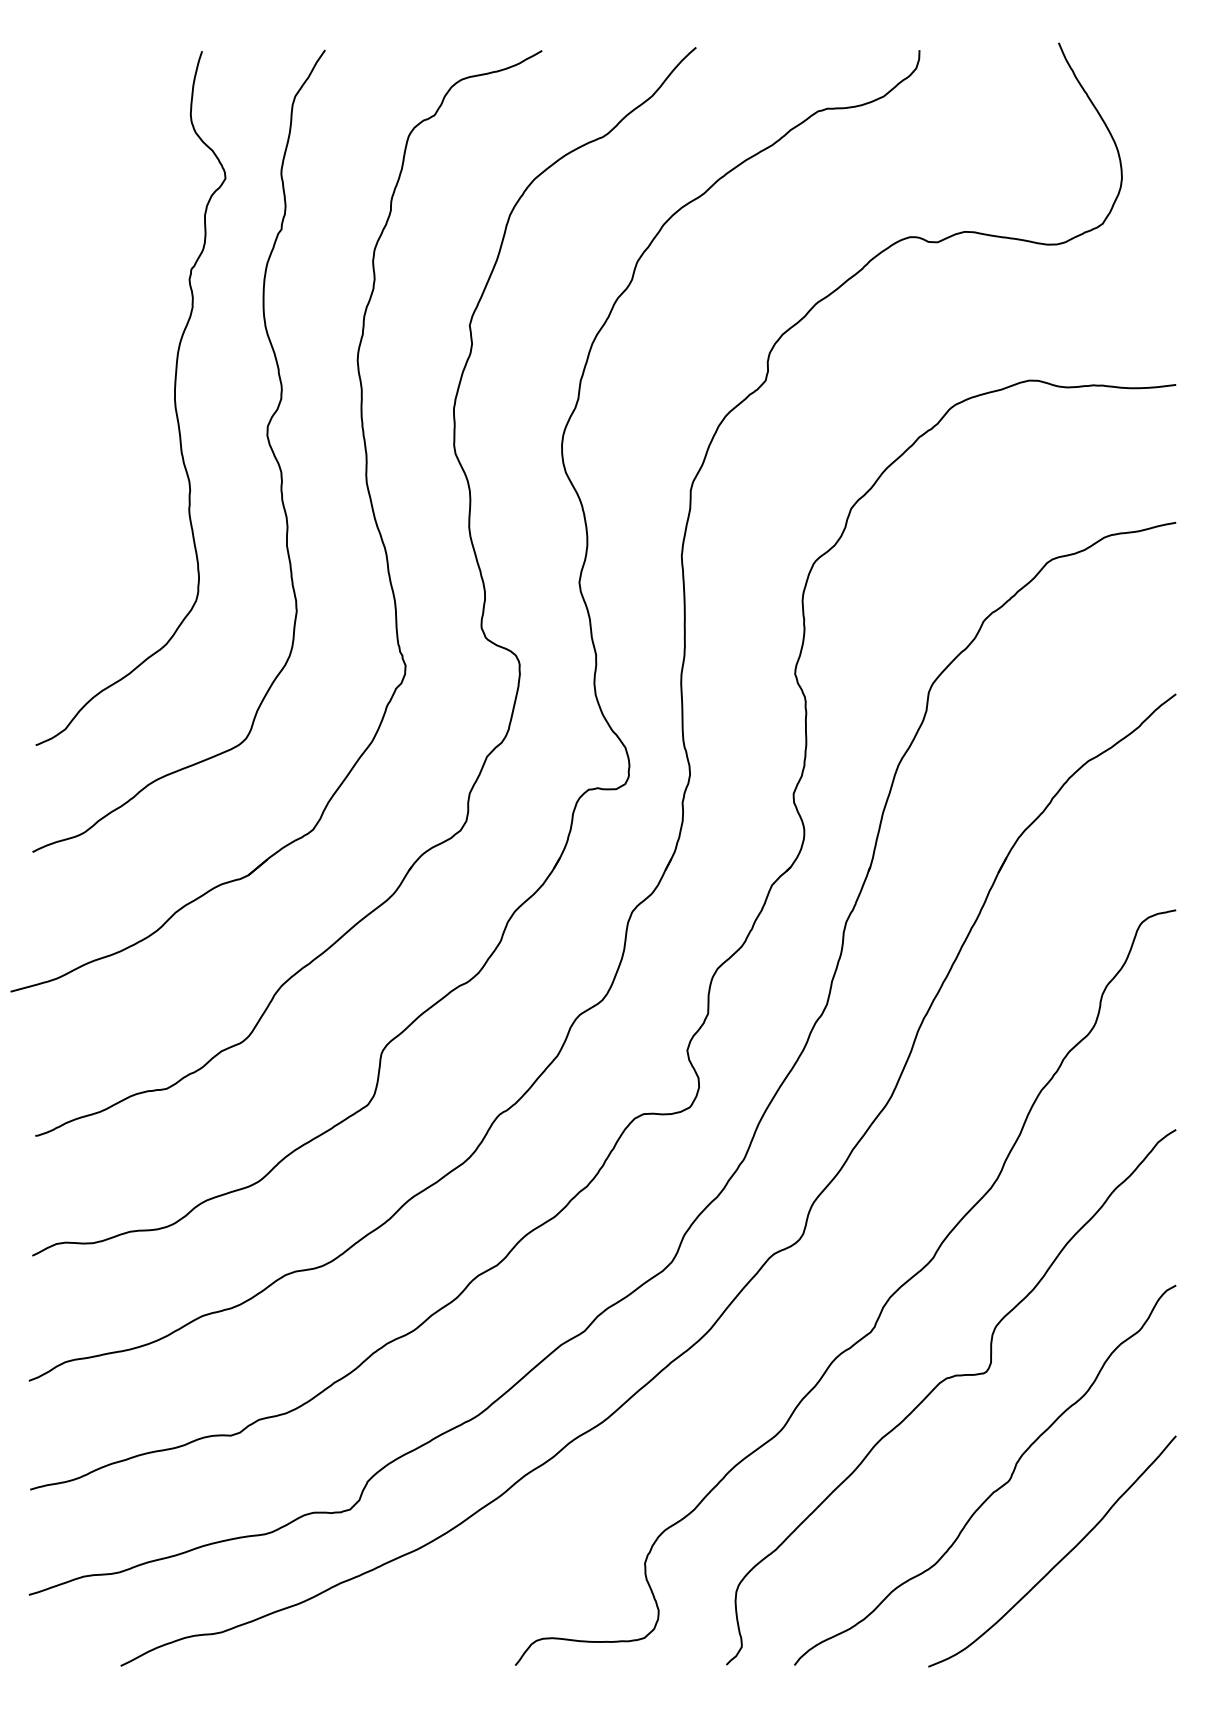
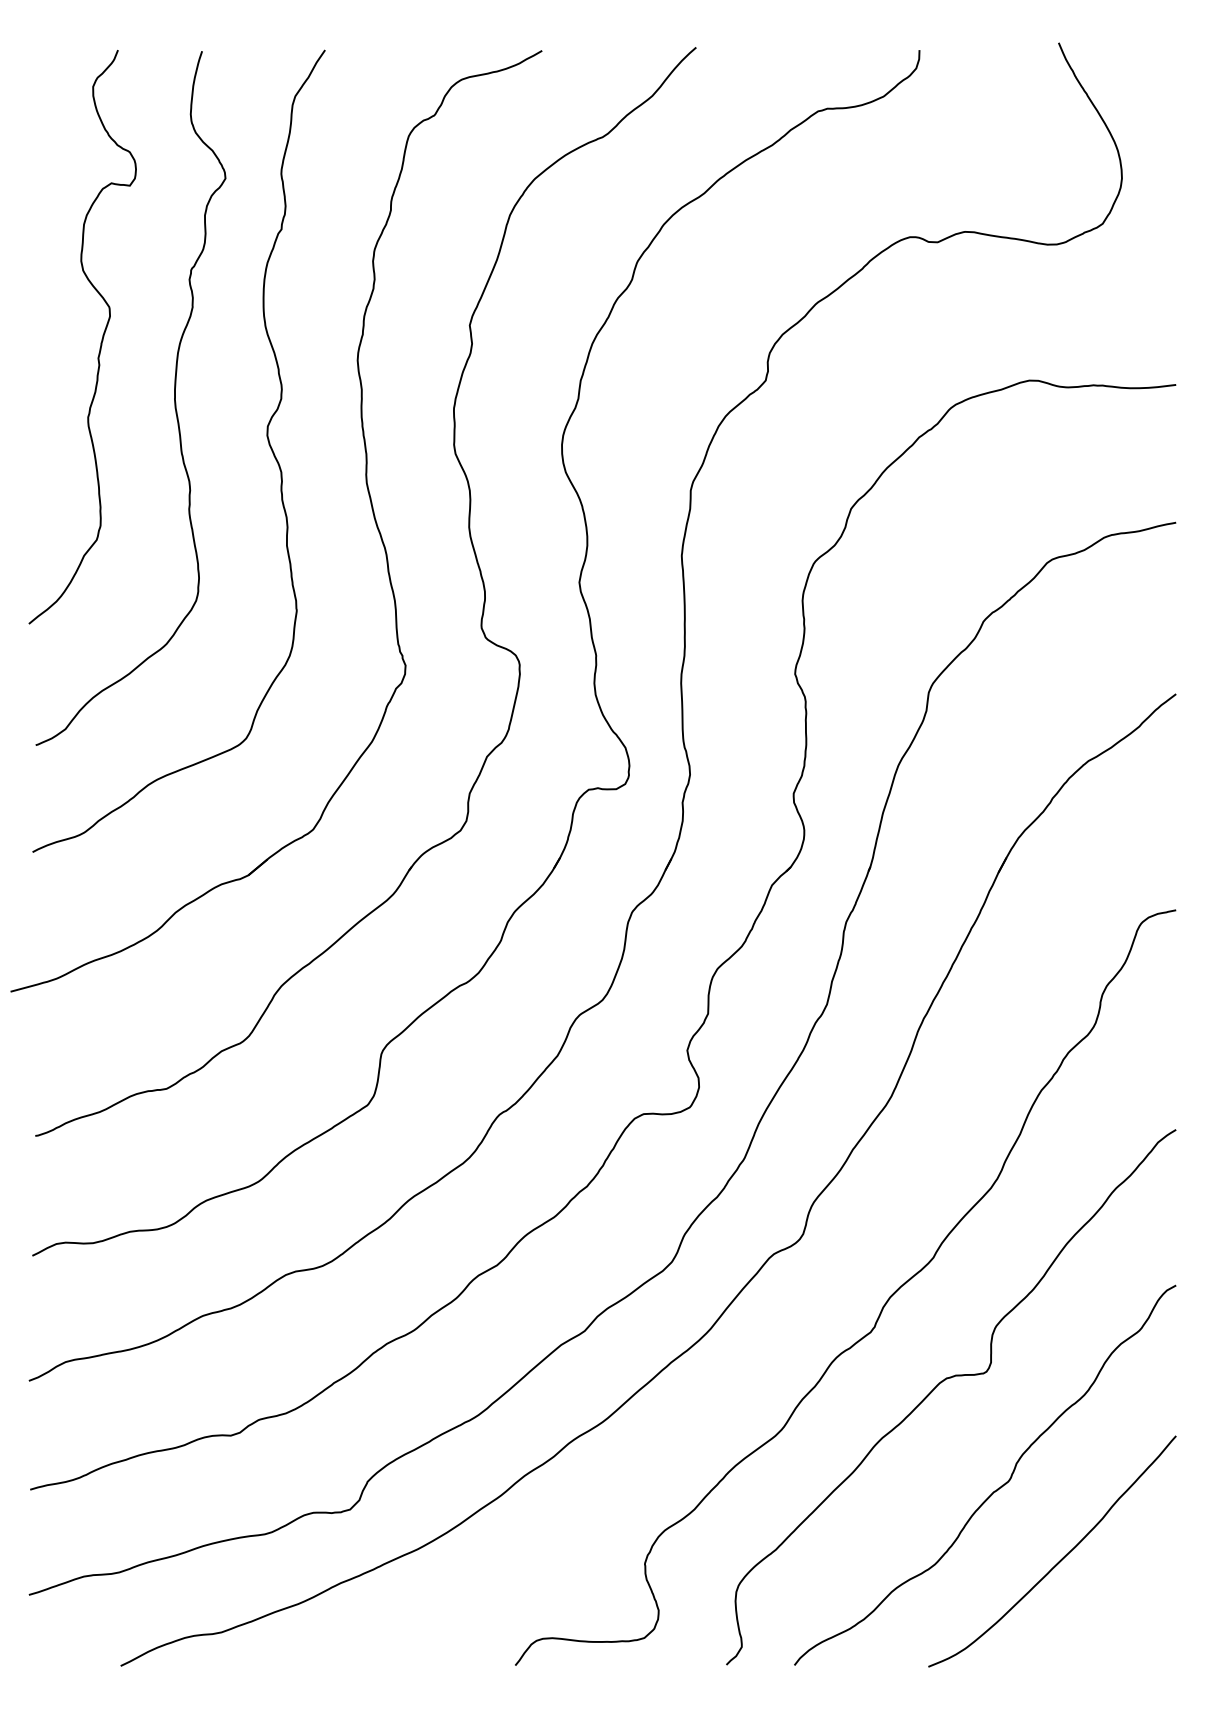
curve at (100, 342): none -> present
